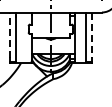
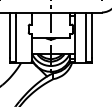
line at (9, 35): dashed -> solid
line at (92, 35): dashed -> solid
